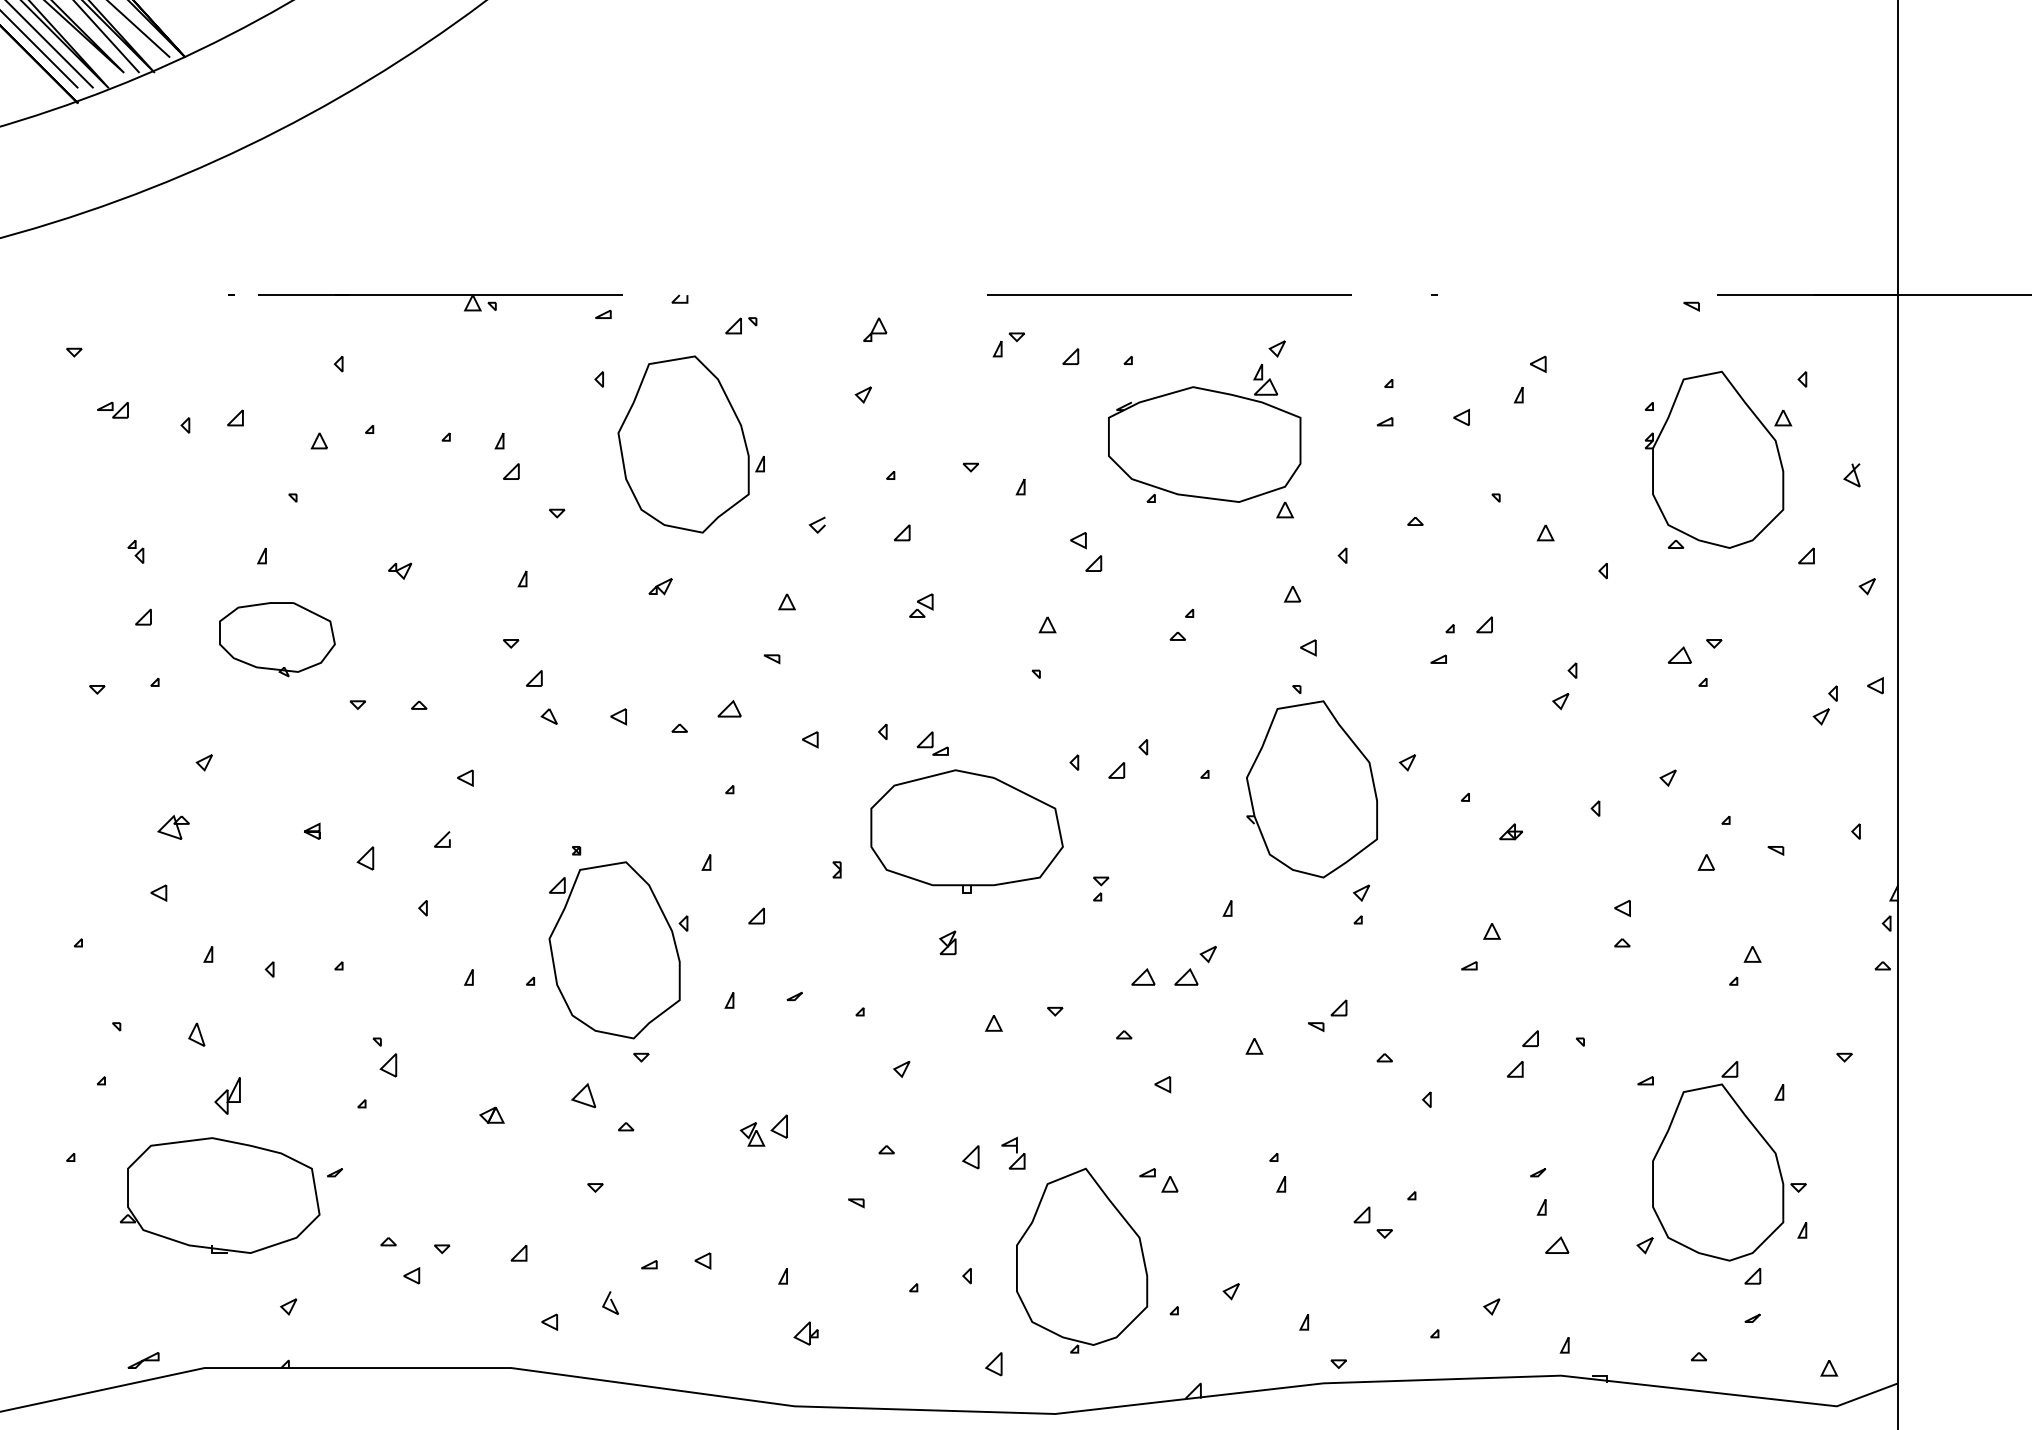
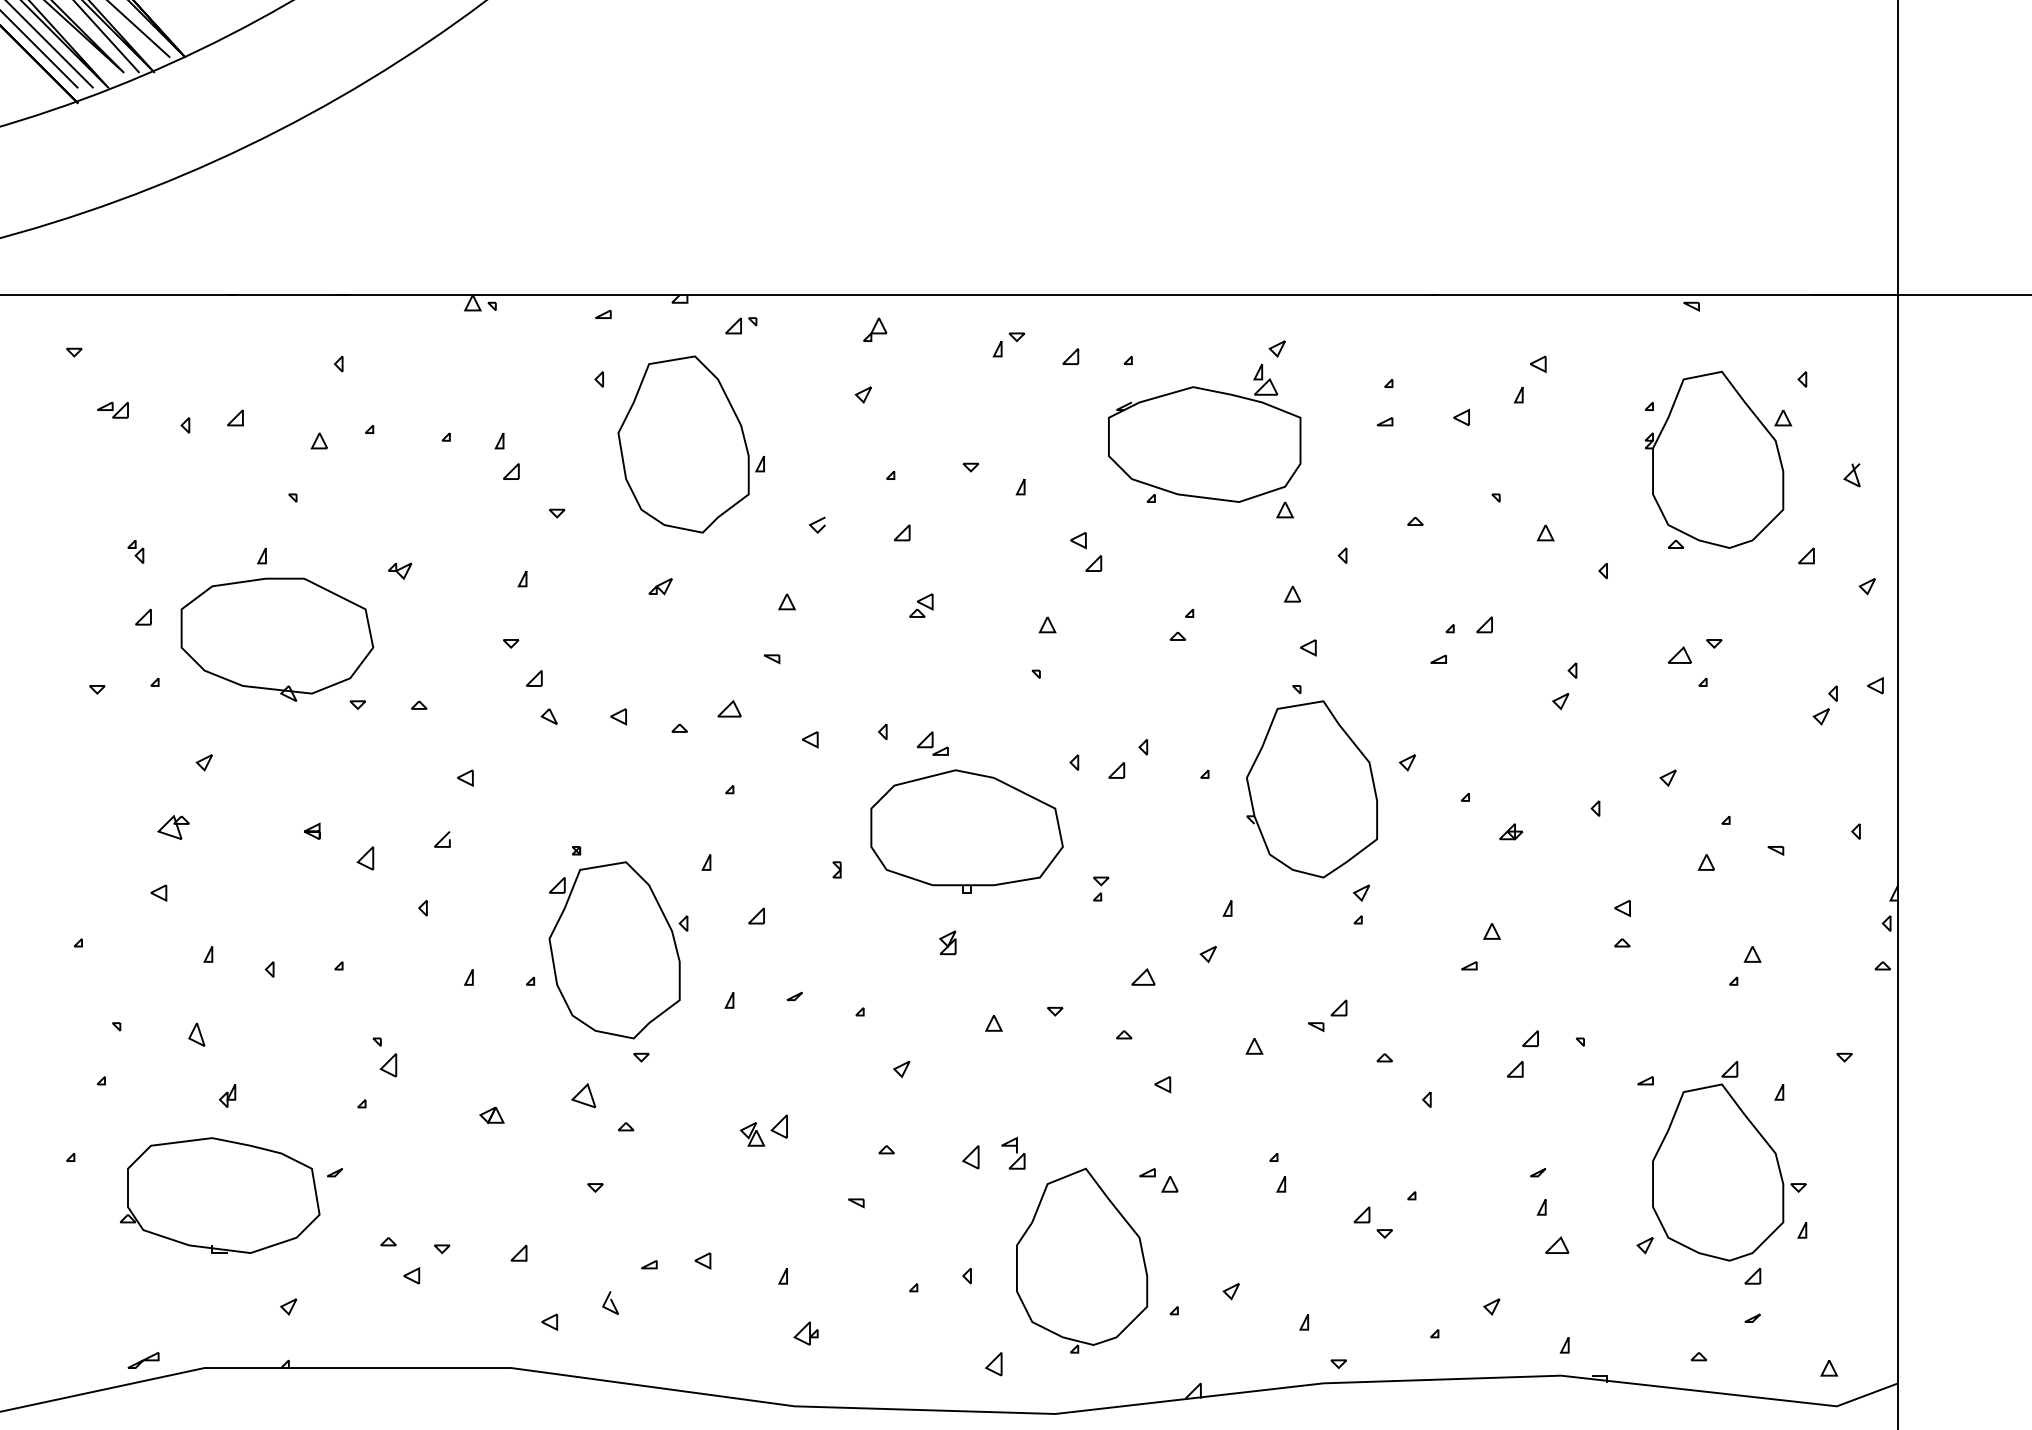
line at (949, 295): dashed -> solid
part at (277, 639) size: 117x76 px -> 195x125 px
part at (1186, 976): present -> none
part at (227, 1095) size: 27x38 px -> 19x24 px
